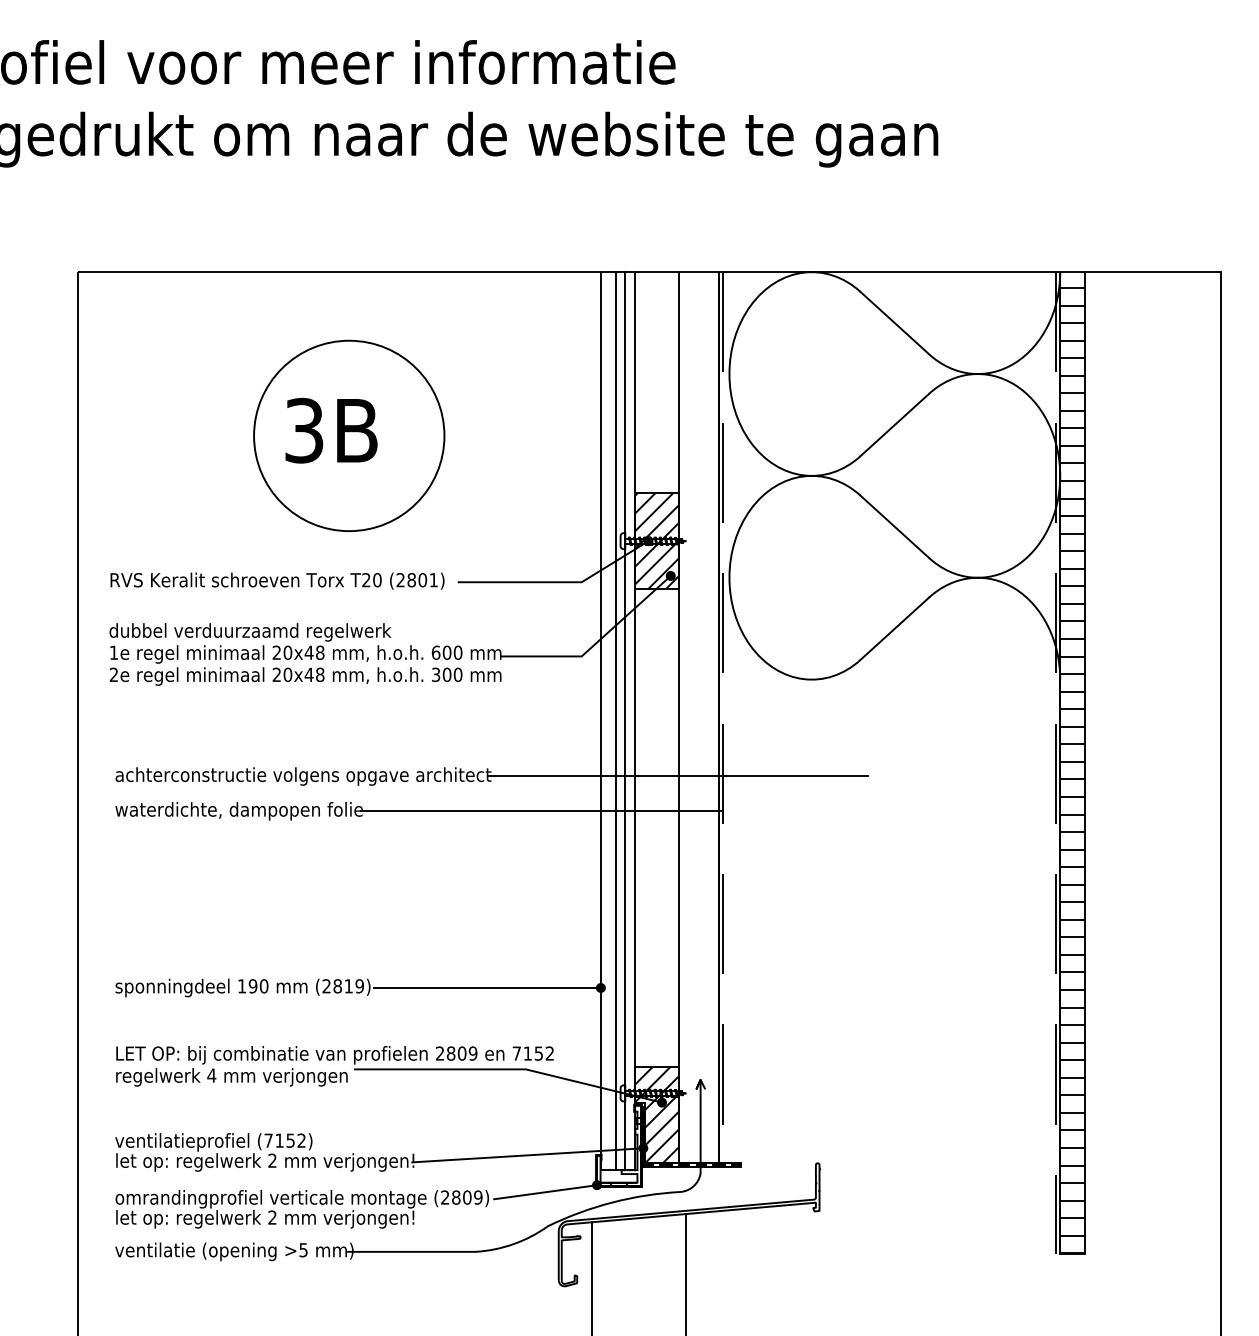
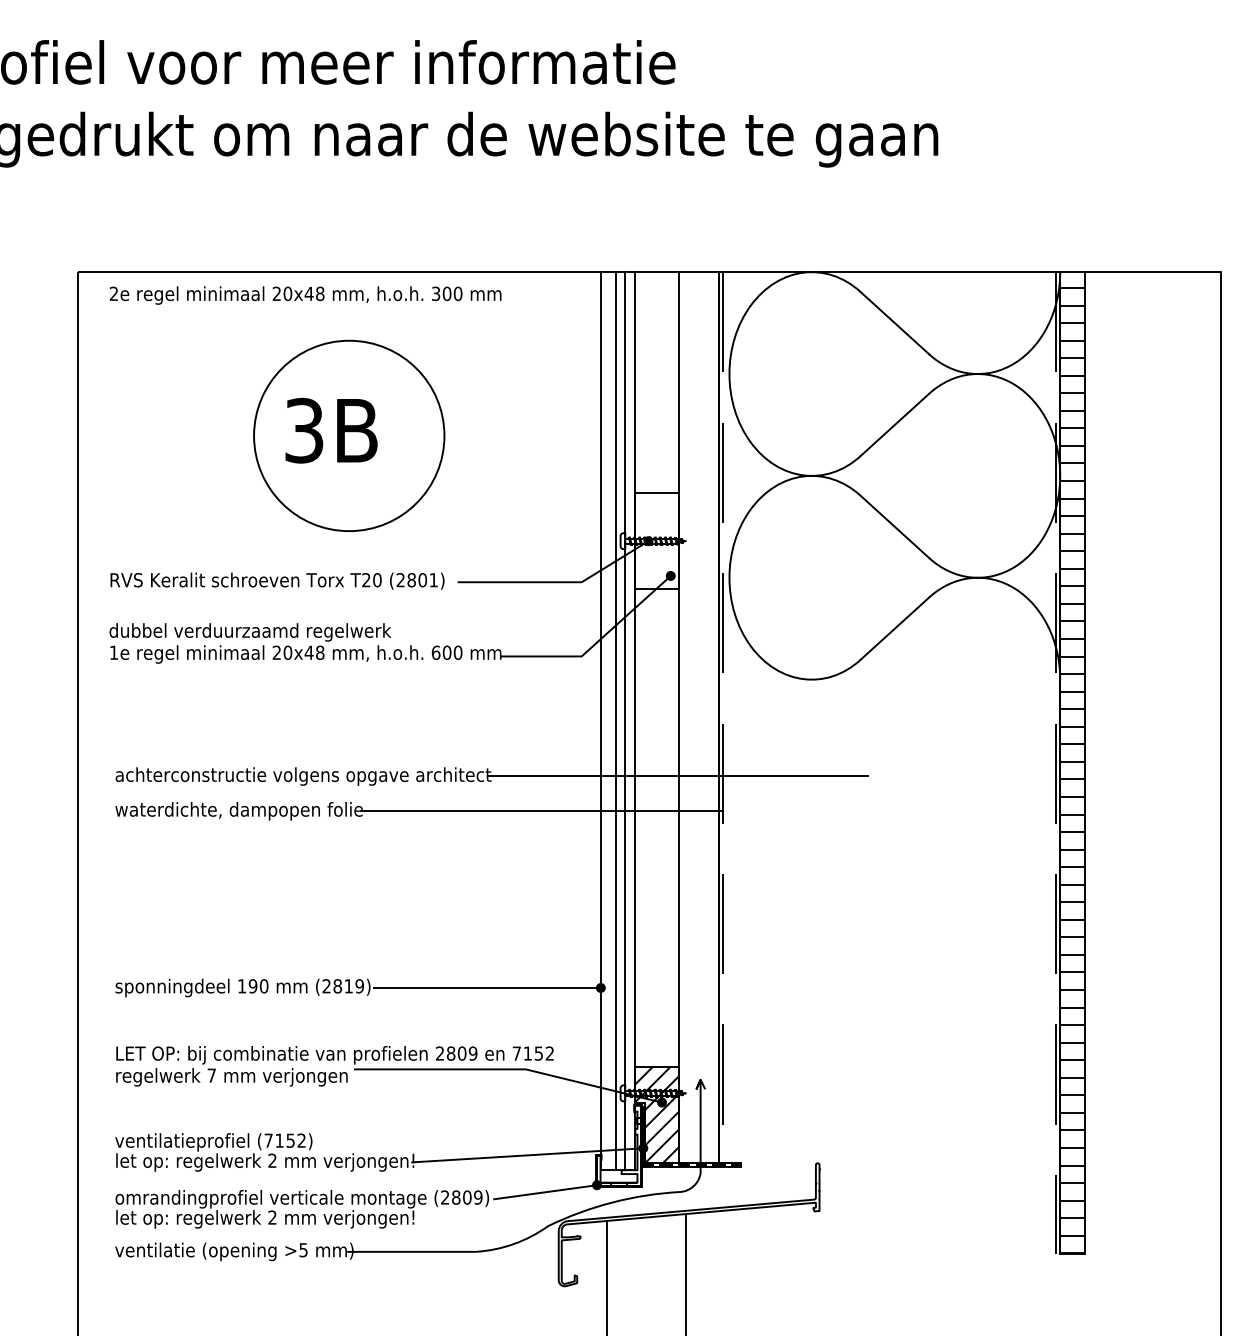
hatch at (656, 541): present -> none
text at (305, 676) position: (305, 676) -> (305, 295)
text at (211, 1075): 4 -> 7
line at (592, 1277) position: (592, 1277) -> (607, 1277)
